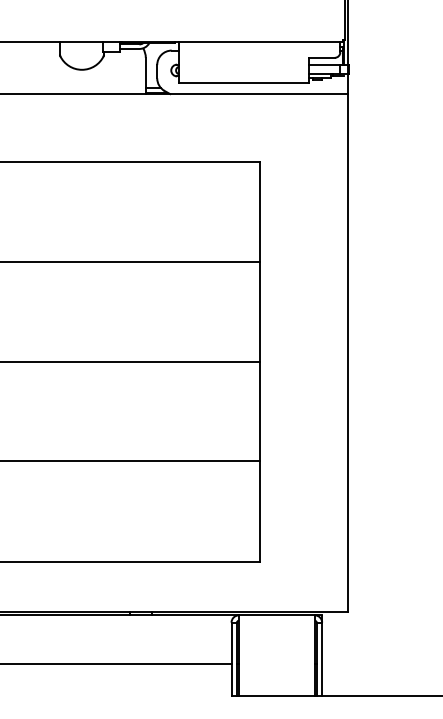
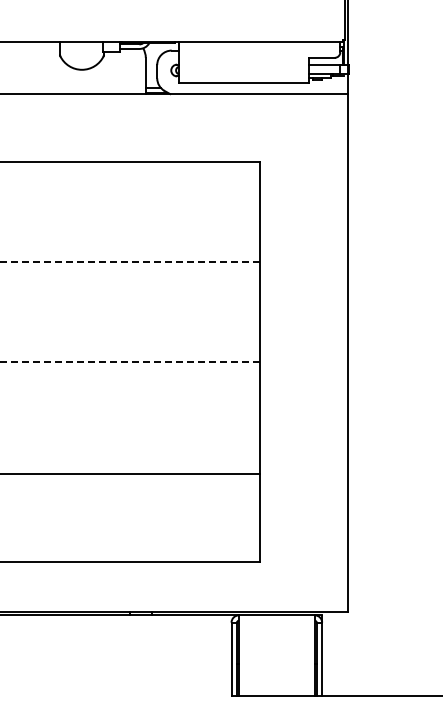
line at (129, 261): solid -> dashed
line at (129, 361): solid -> dashed
line at (130, 461) position: (130, 461) -> (130, 474)
line at (116, 664): present -> none
